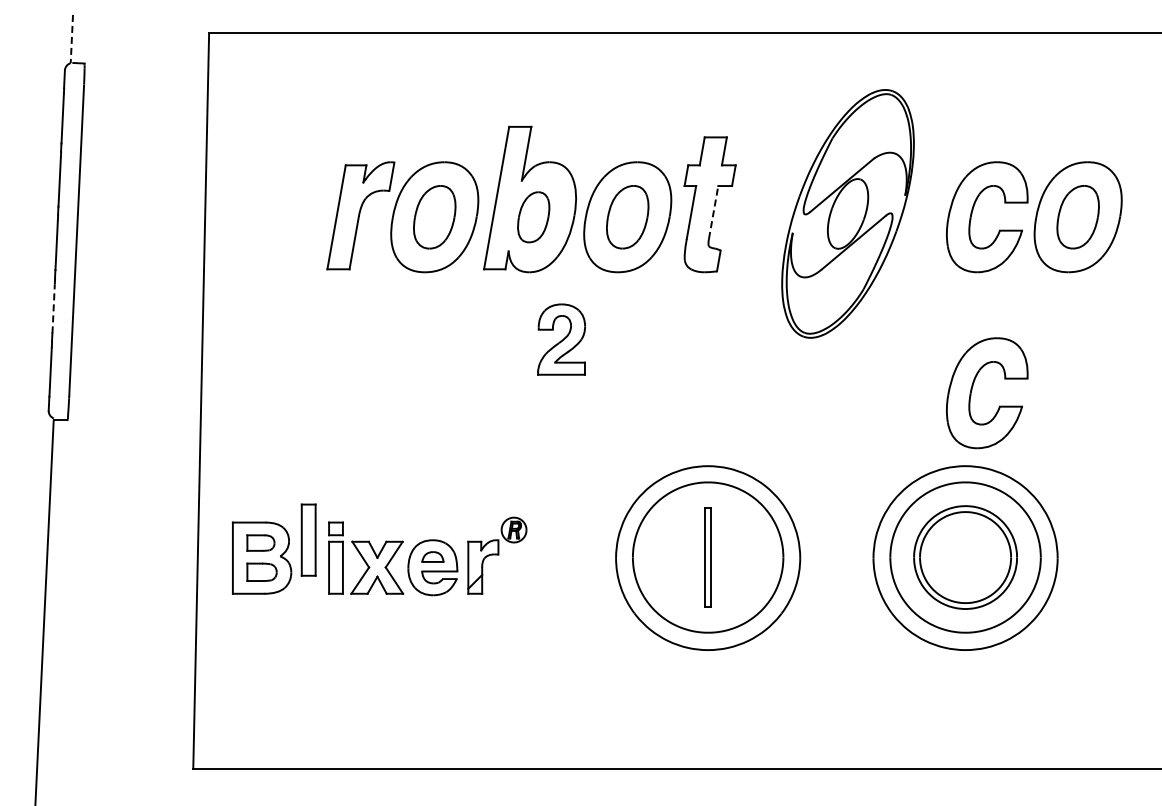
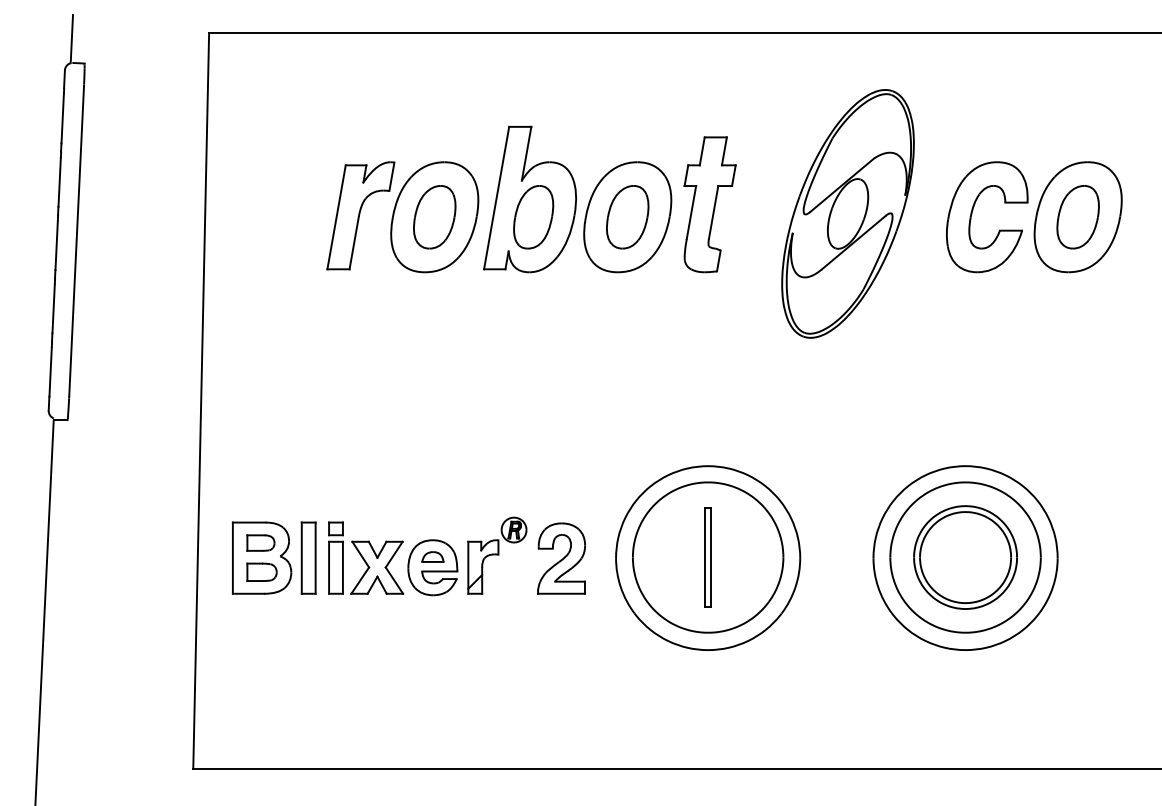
line at (71, 39): dashed -> solid
line at (713, 212): dashed -> solid
part at (533, 217) size: 34x53 px -> 42x65 px
line at (53, 308): dashed -> solid
part at (561, 339) position: (561, 339) -> (561, 558)
part at (972, 390): present -> none
part at (308, 539) position: (308, 539) -> (308, 557)
